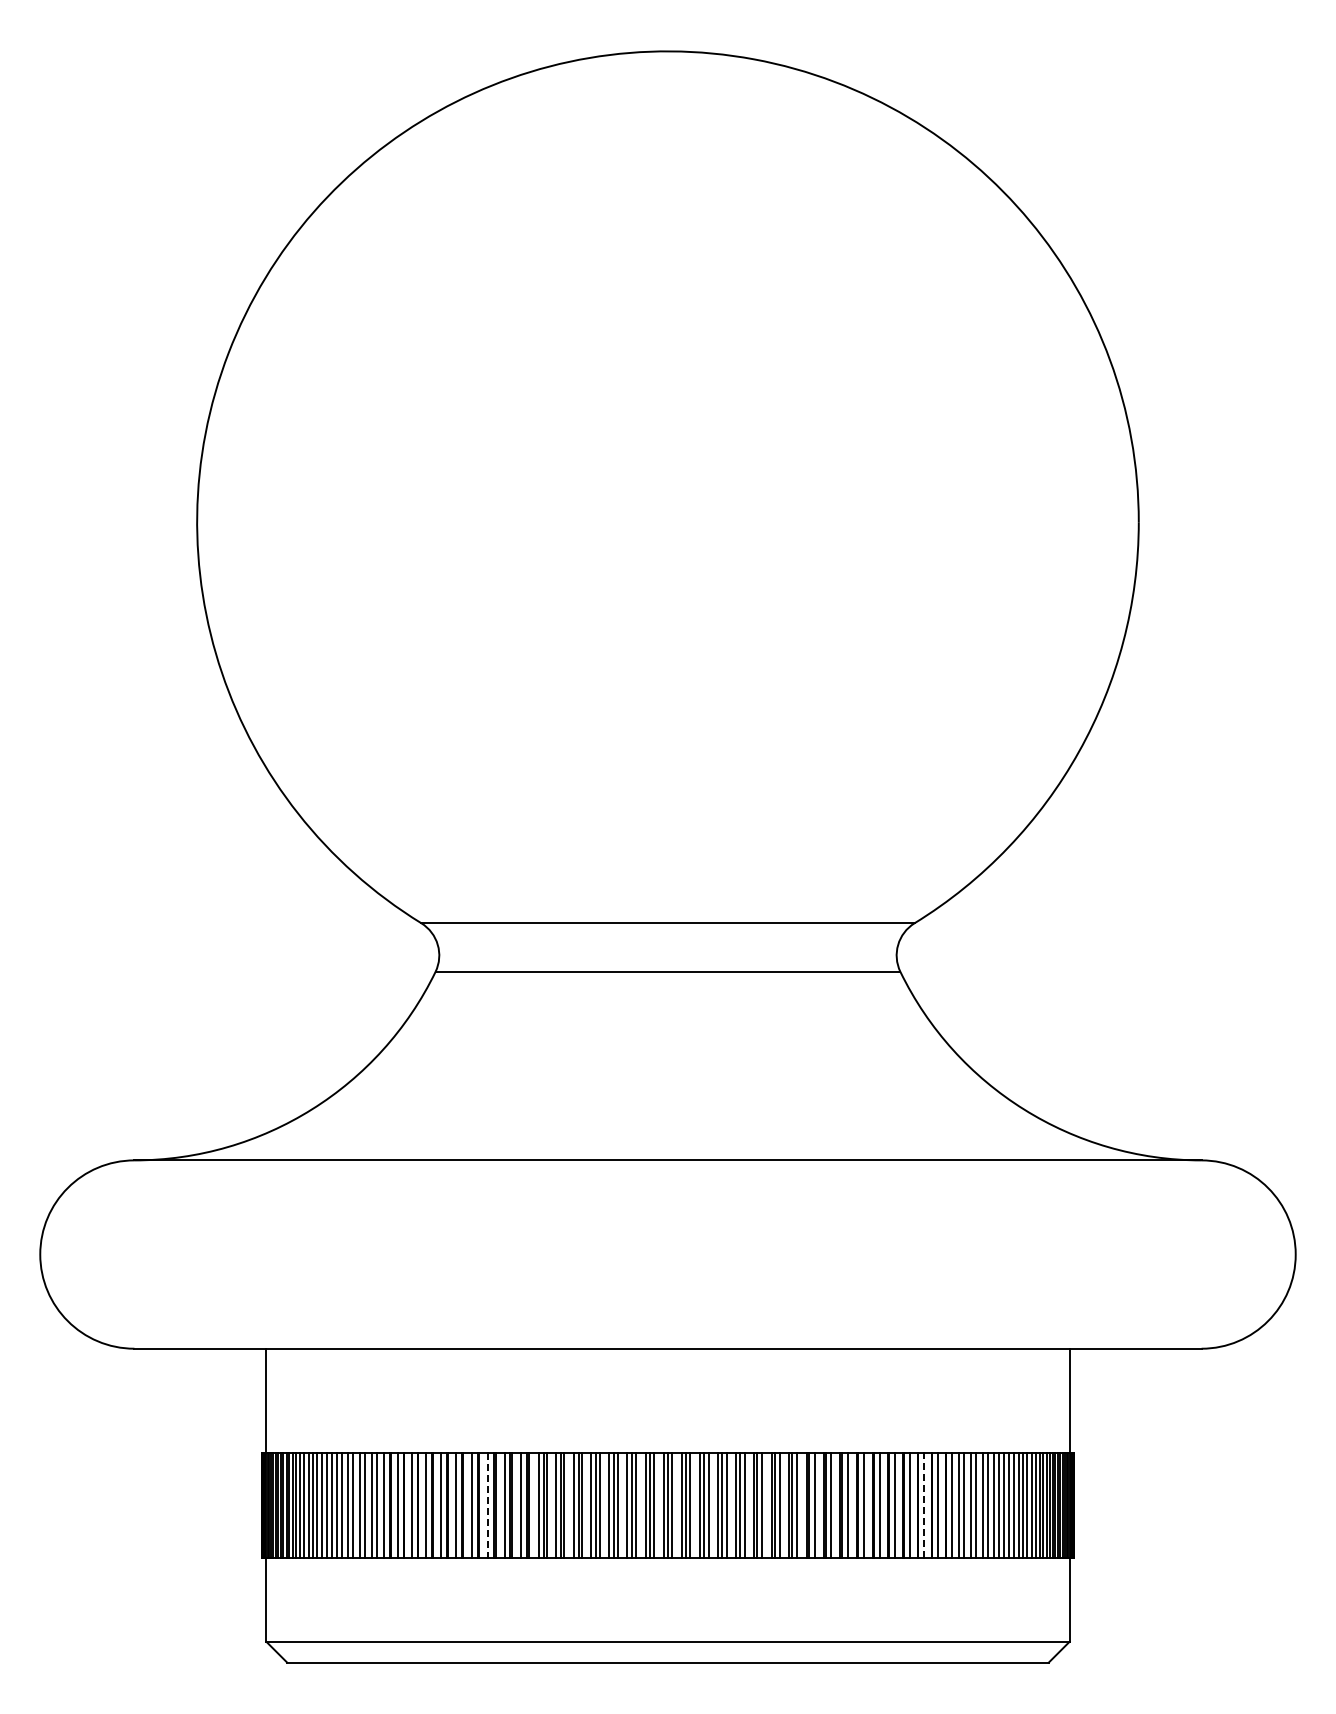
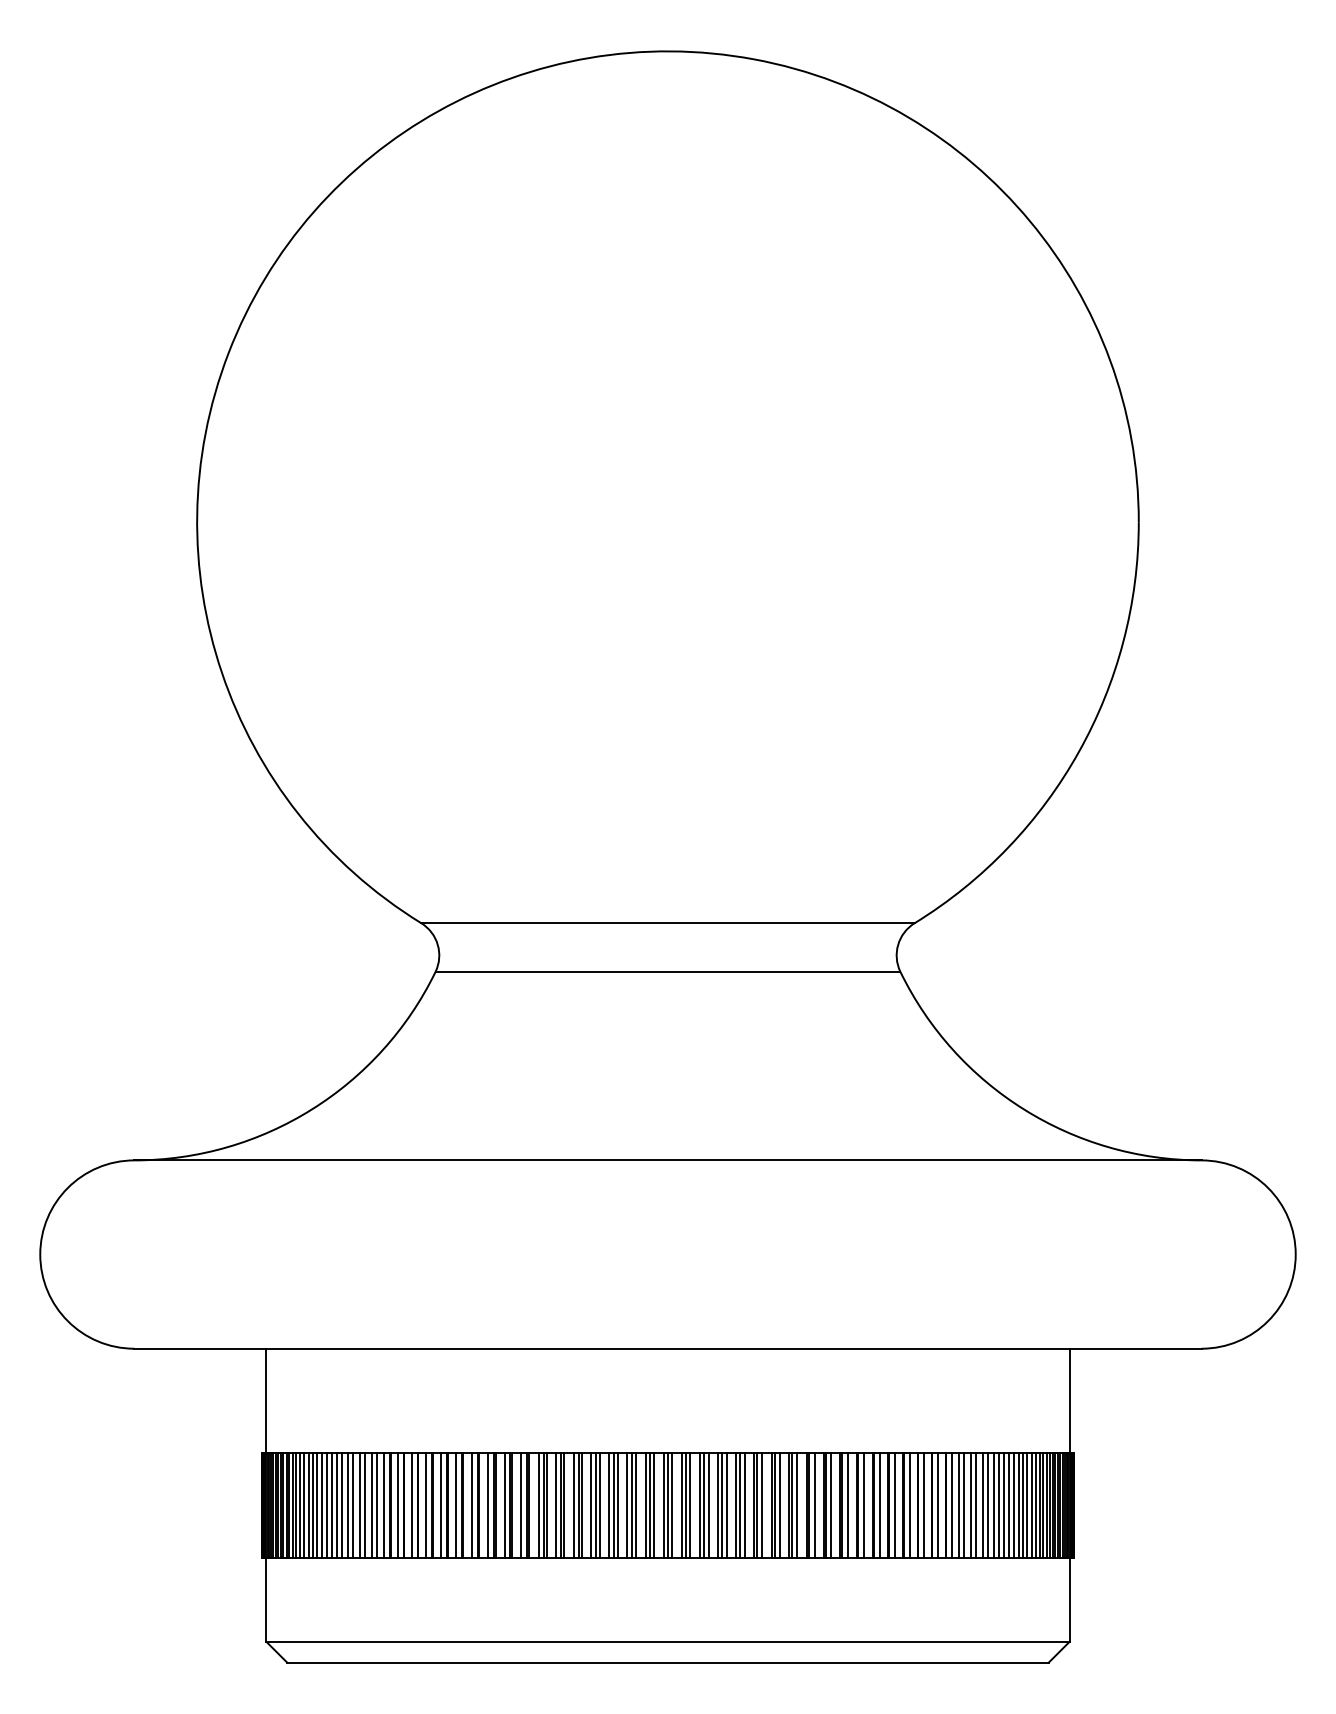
line at (924, 1505): dashed -> solid
line at (488, 1506): dashed -> solid
